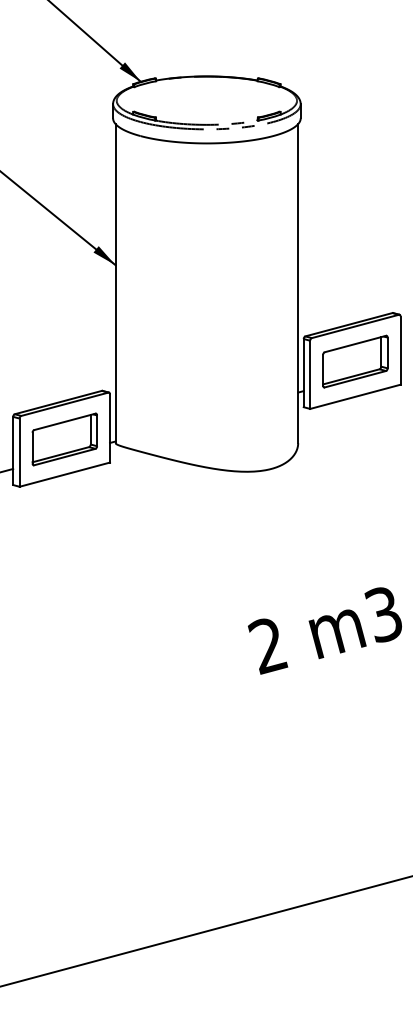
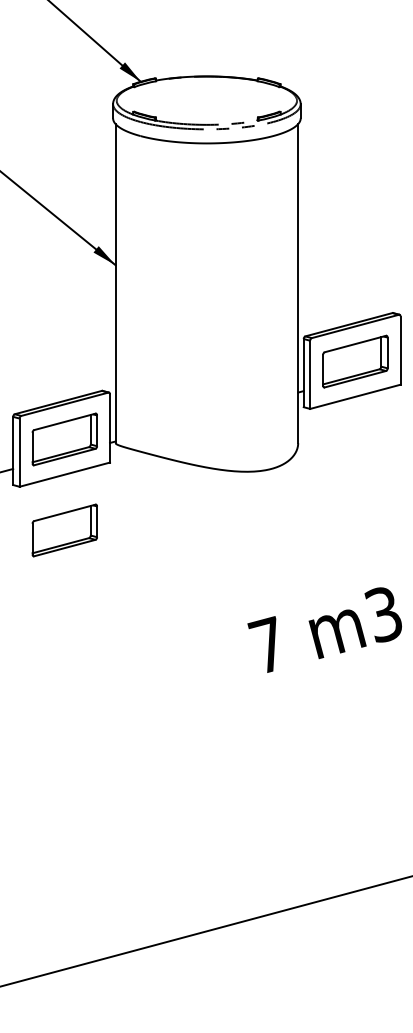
part at (64, 530): none -> present
text at (267, 645): 2 -> 7
